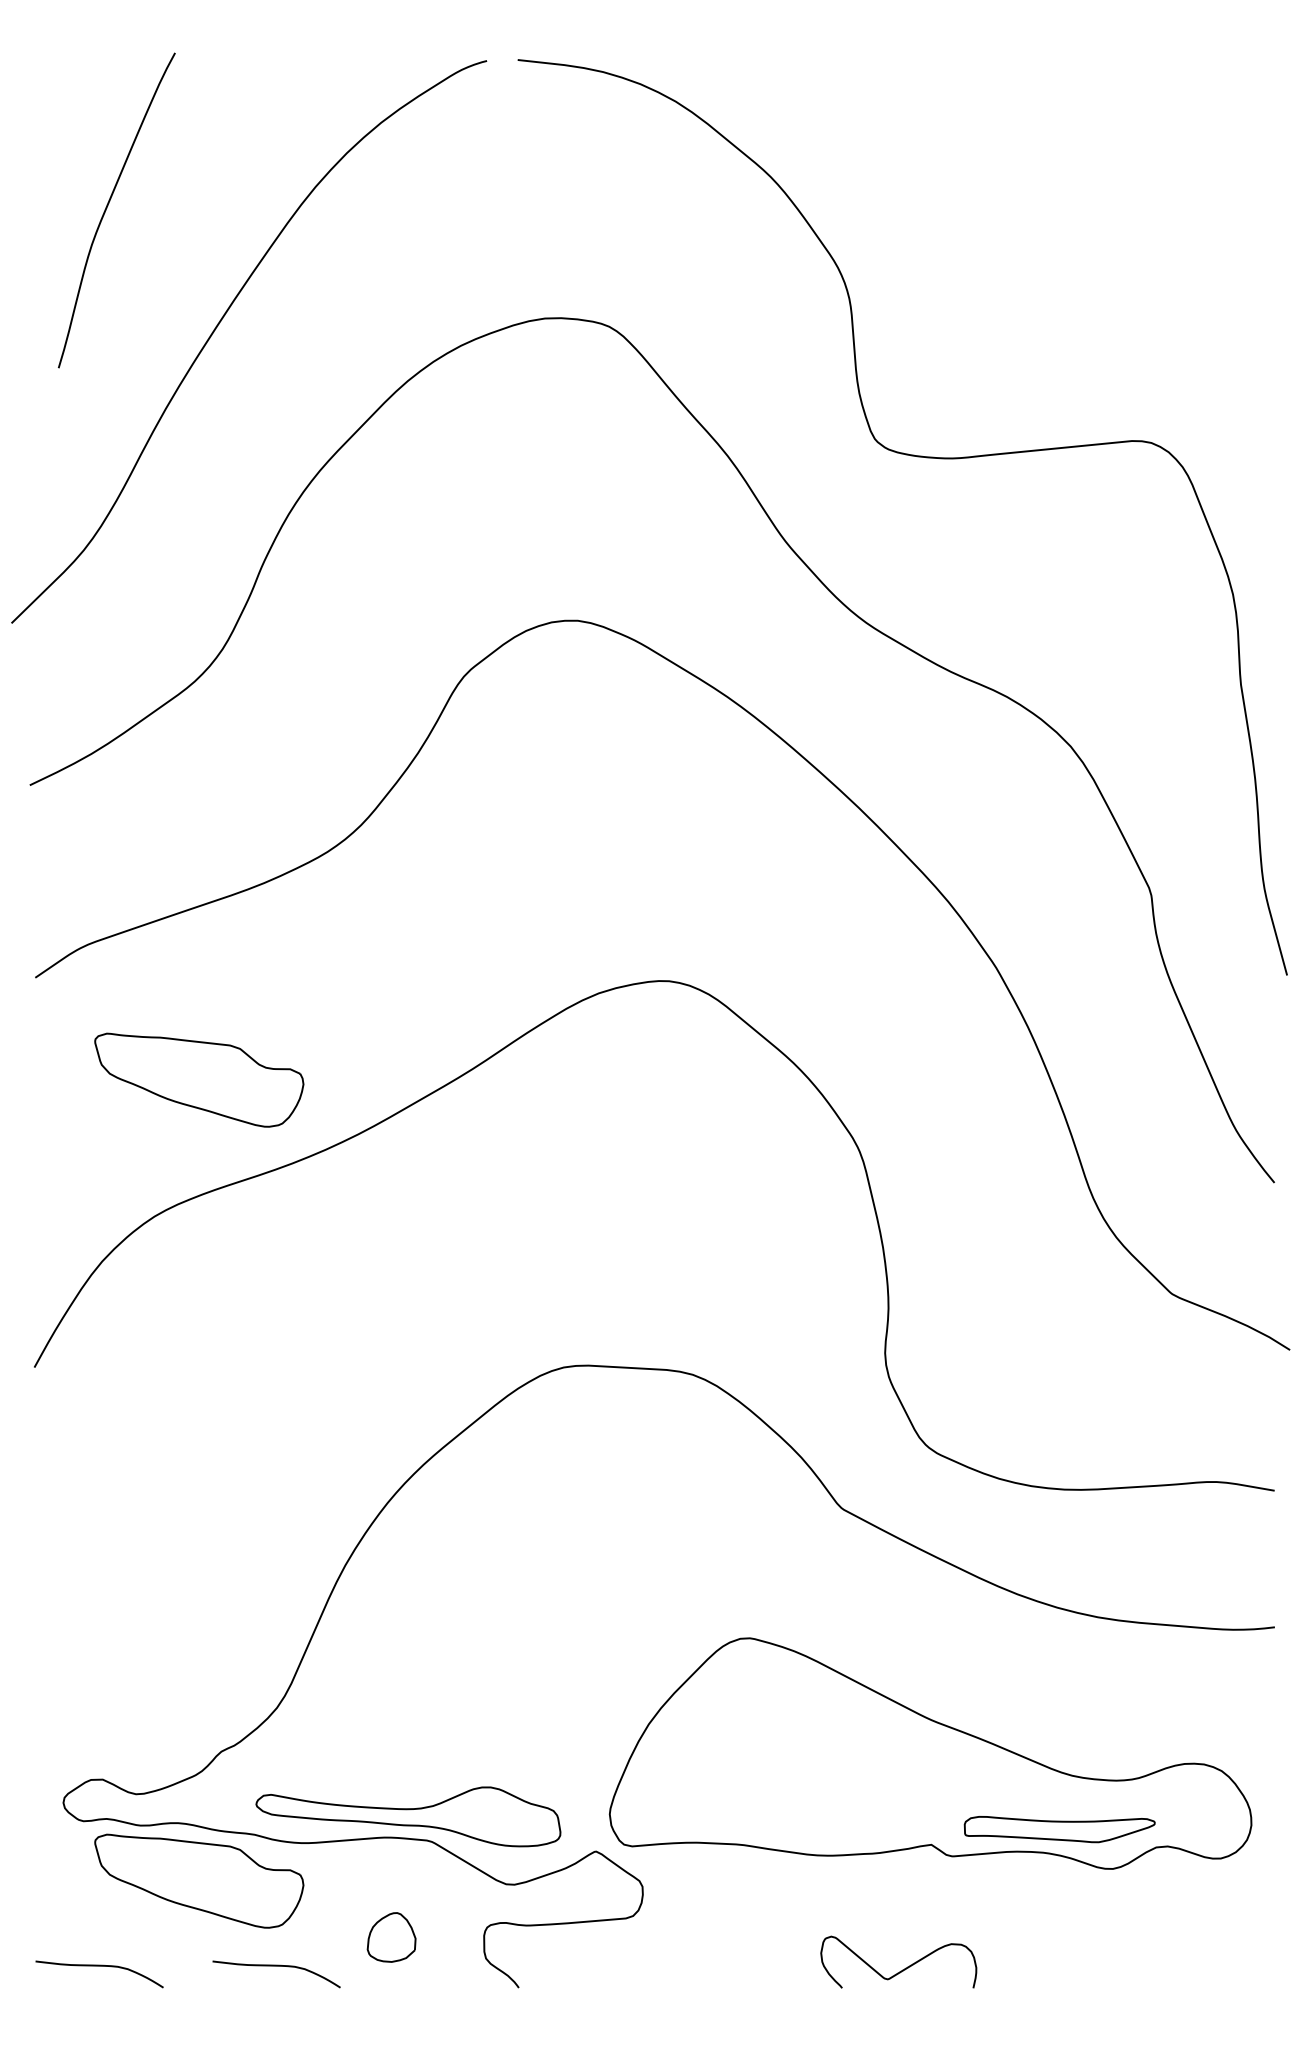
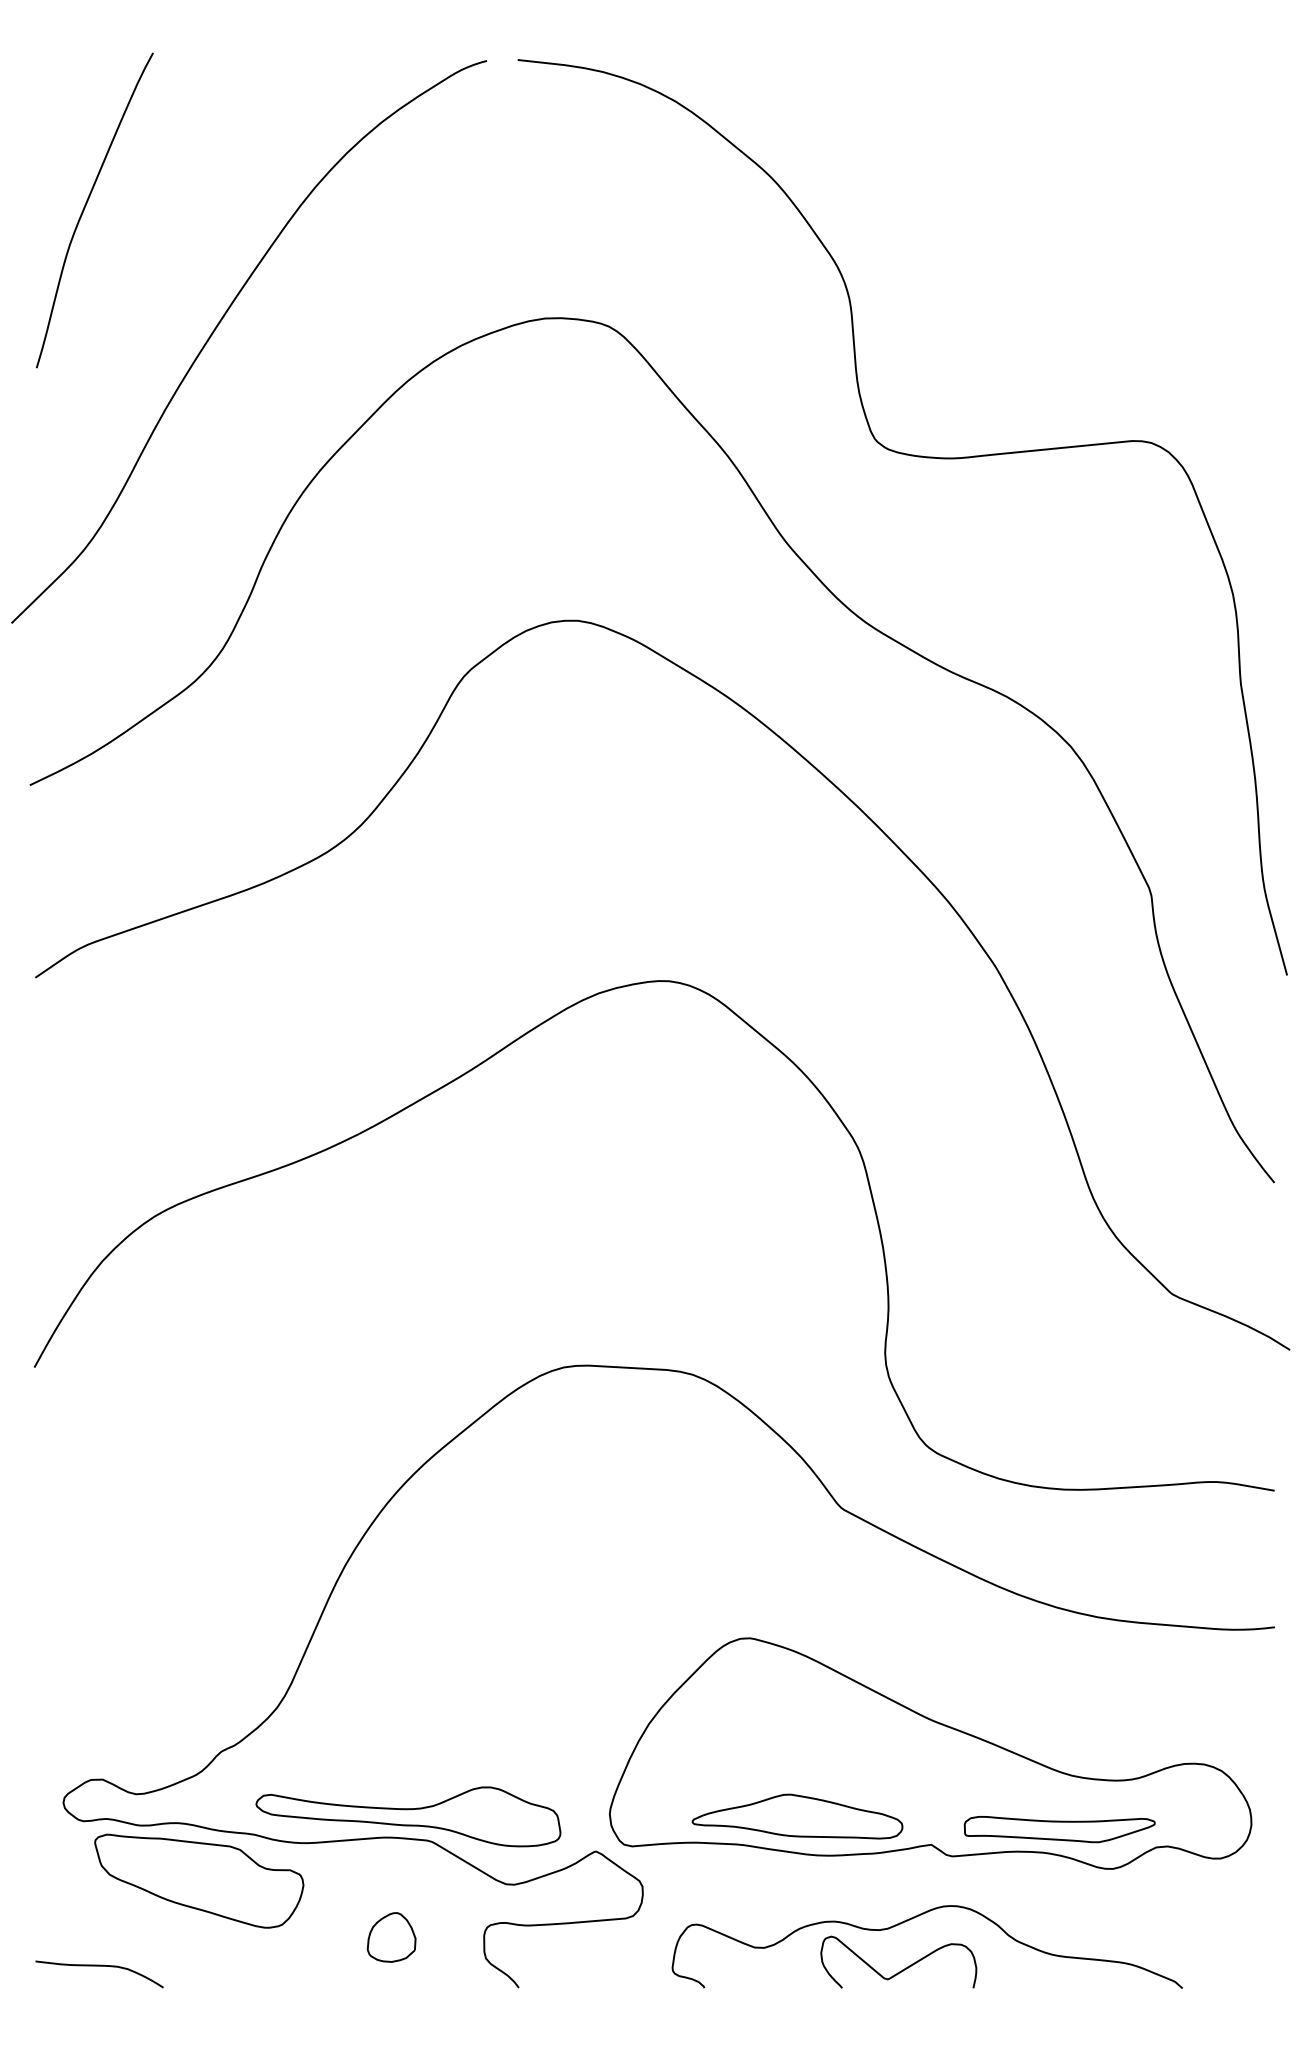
curve at (107, 208) position: (107, 208) -> (85, 208)
part at (199, 1079): present -> none
part at (797, 1816): none -> present
curve at (912, 1919): none -> present
curve at (276, 1966): present -> none
